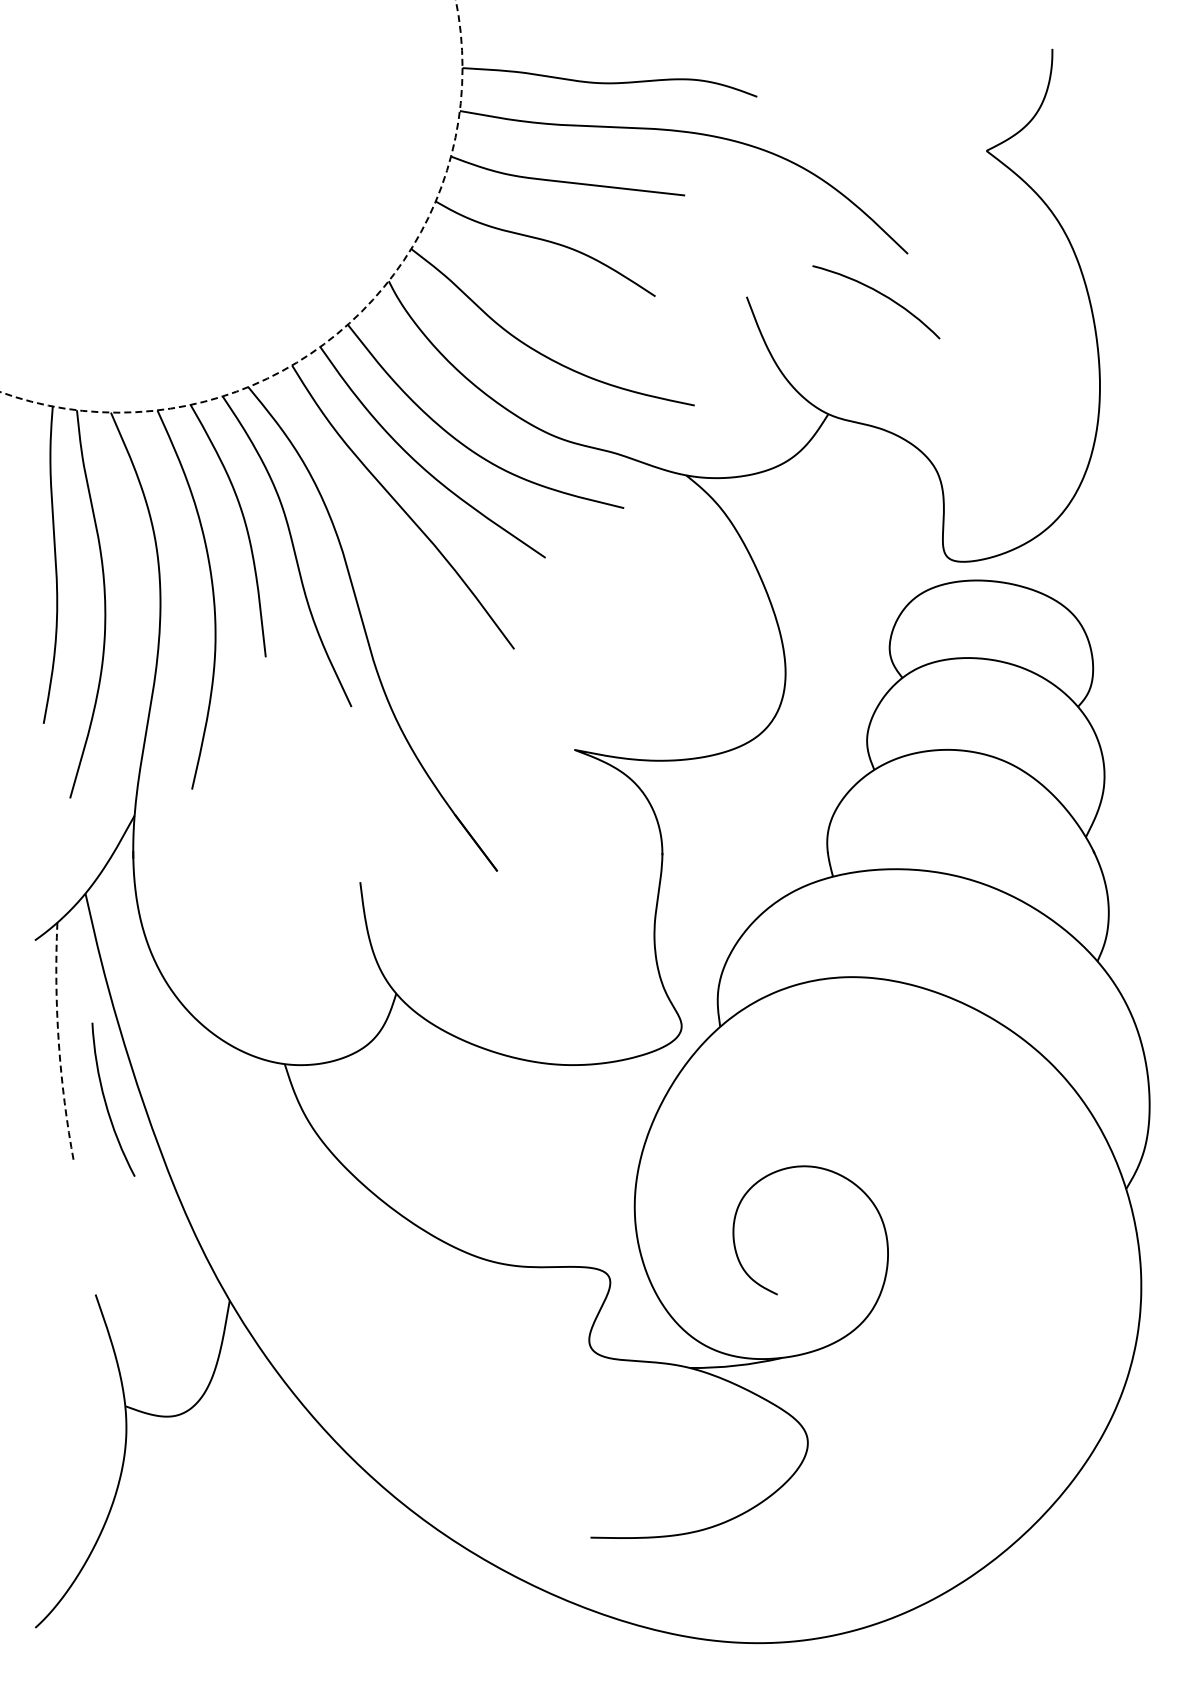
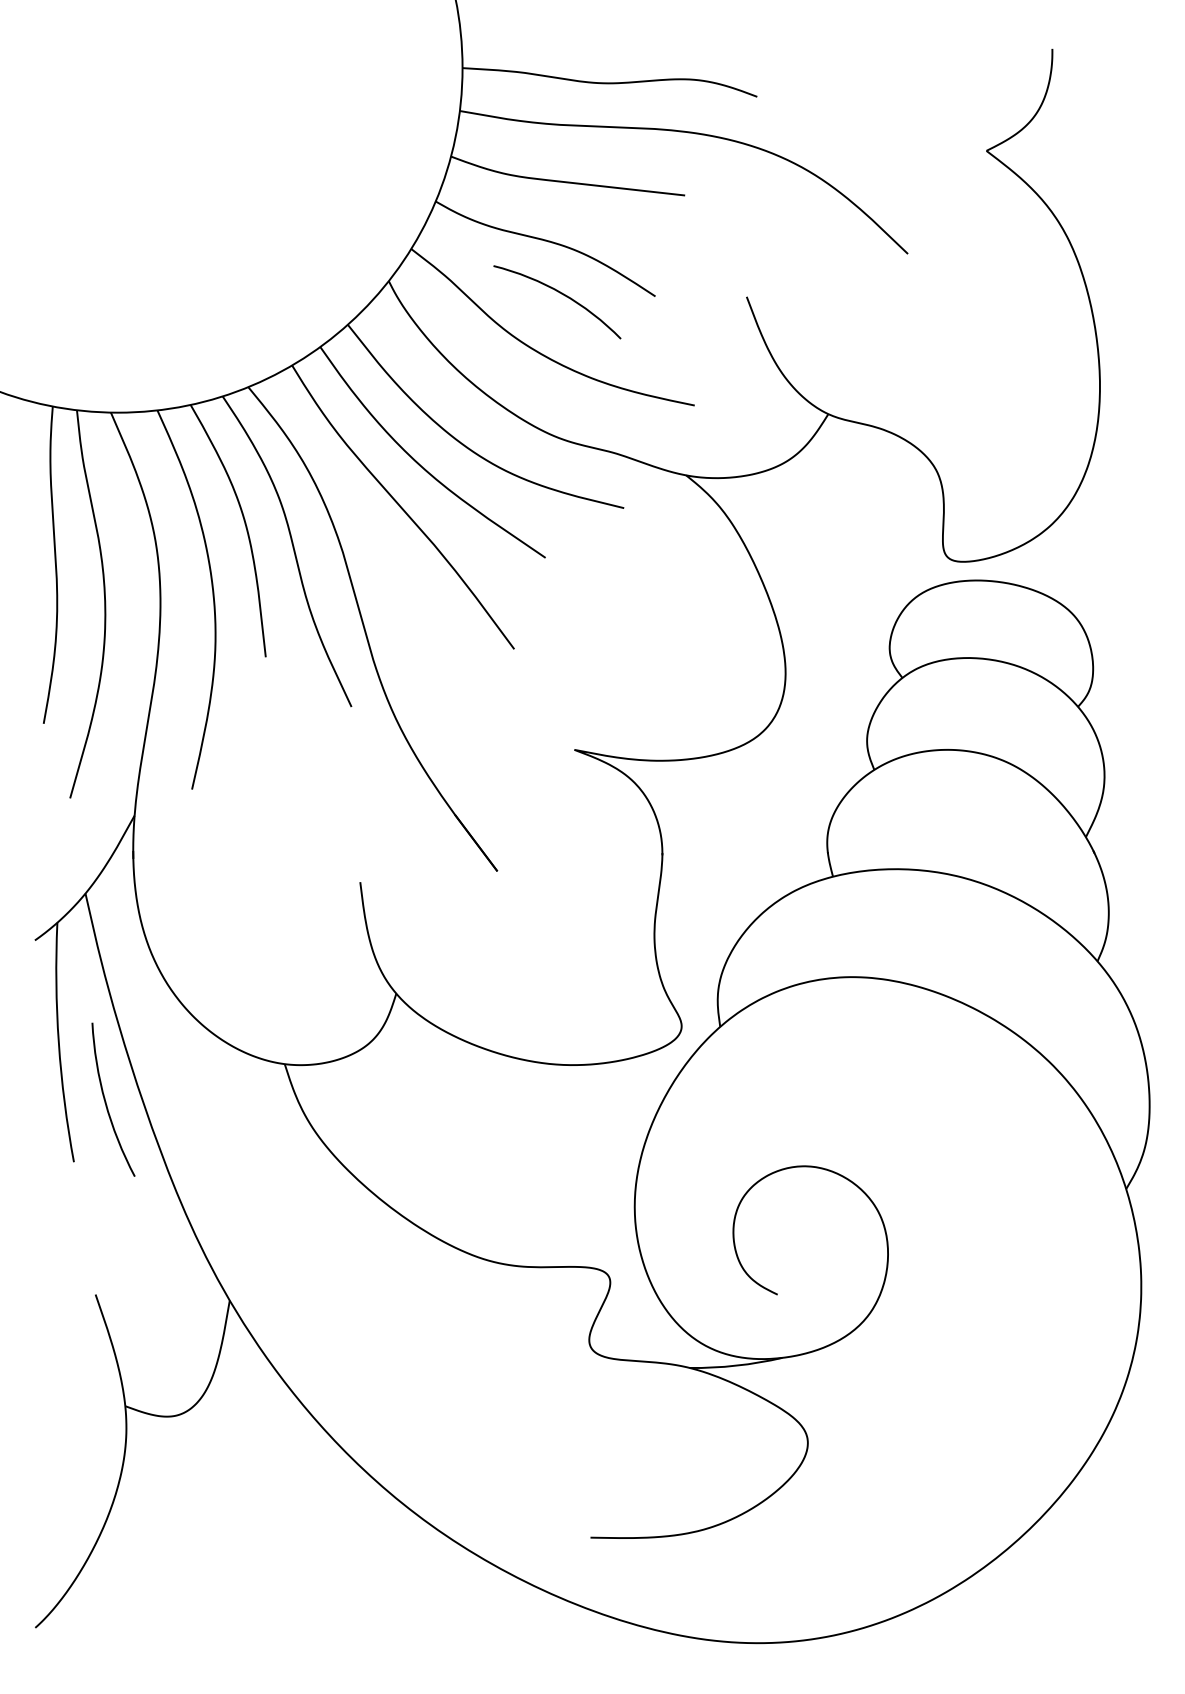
circle at (231, 206): dashed -> solid
arc at (880, 294) position: (880, 294) -> (561, 294)
arc at (58, 1042): dashed -> solid
